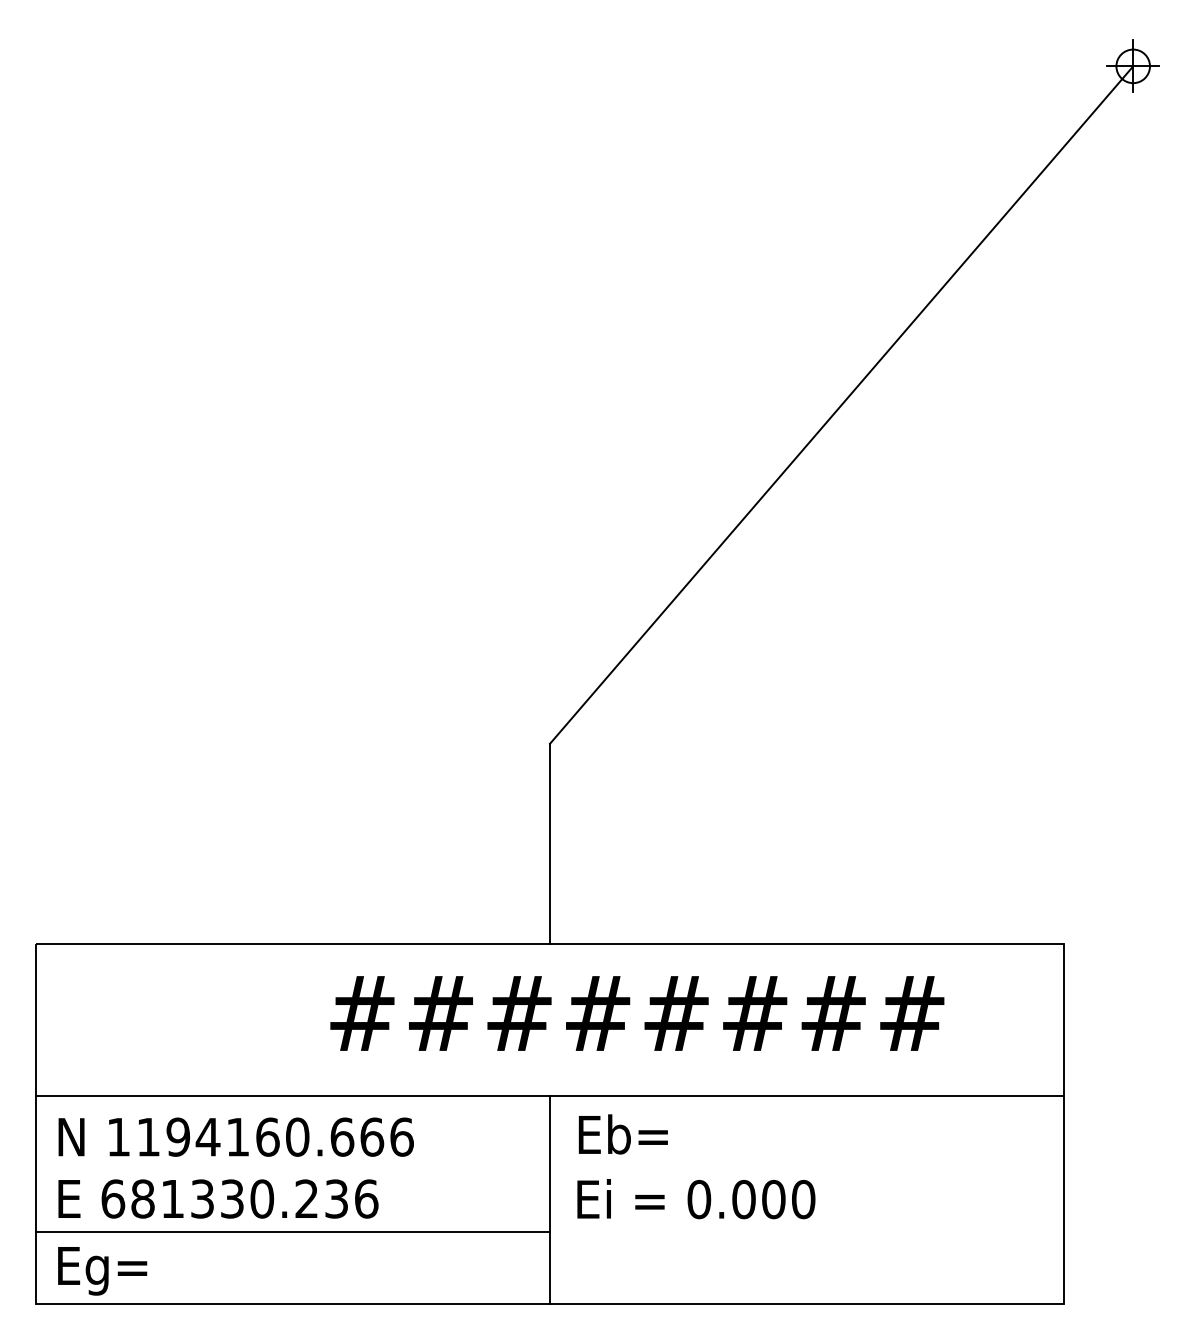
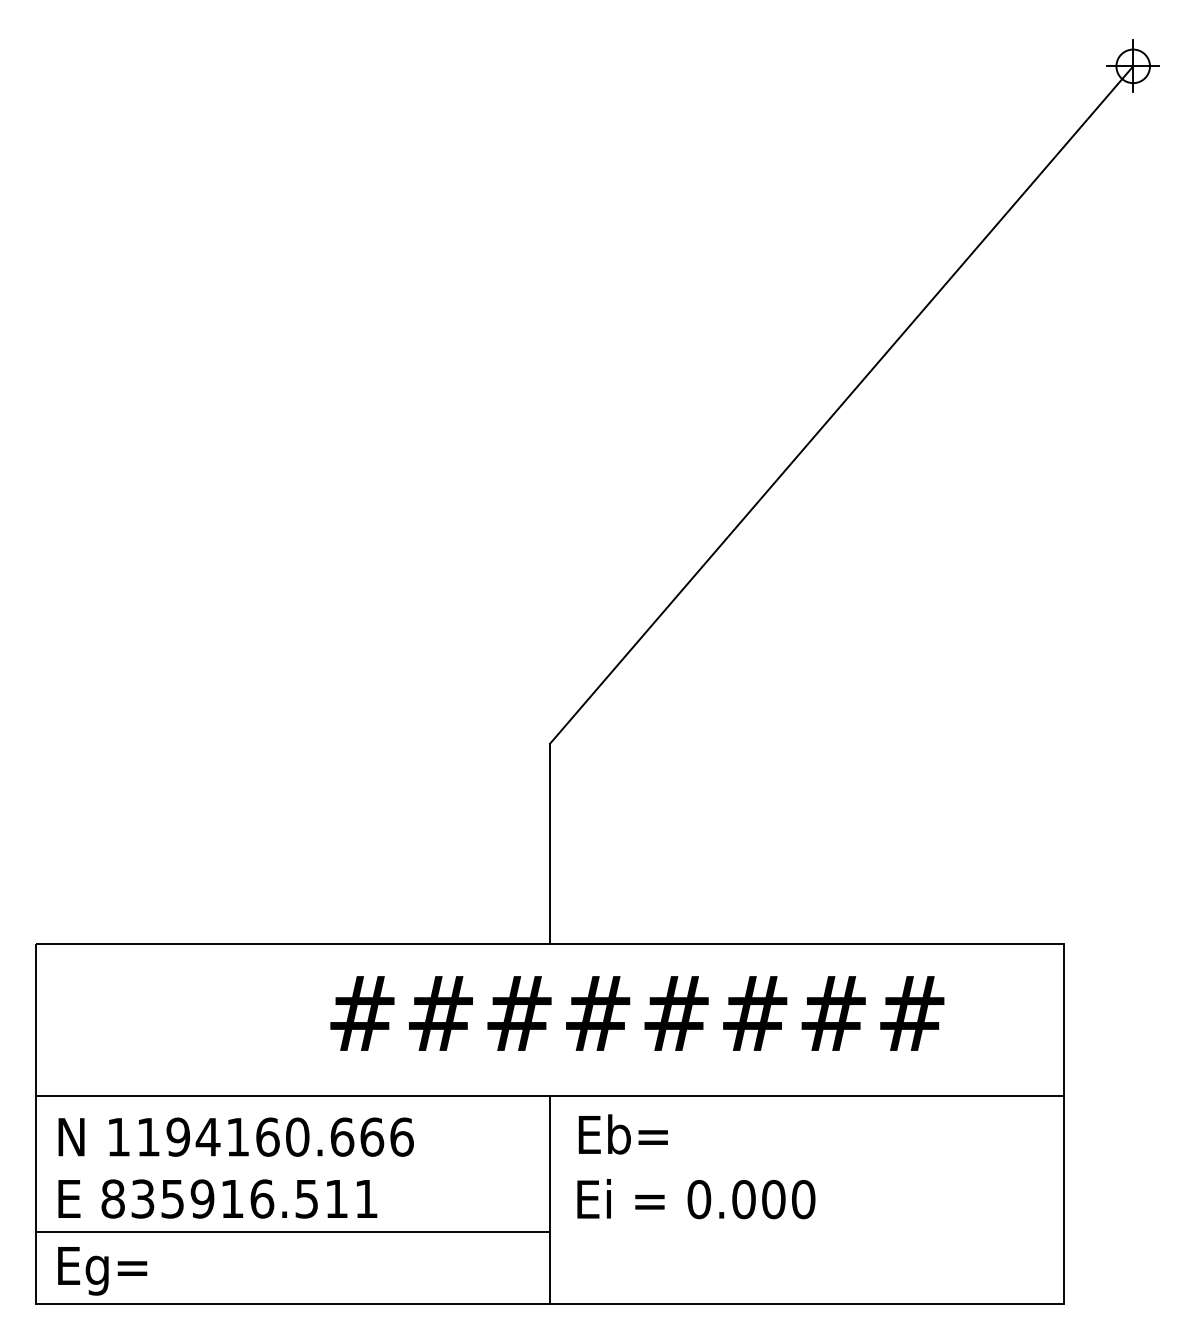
text at (239, 1198): 681330.236 -> 835916.511
